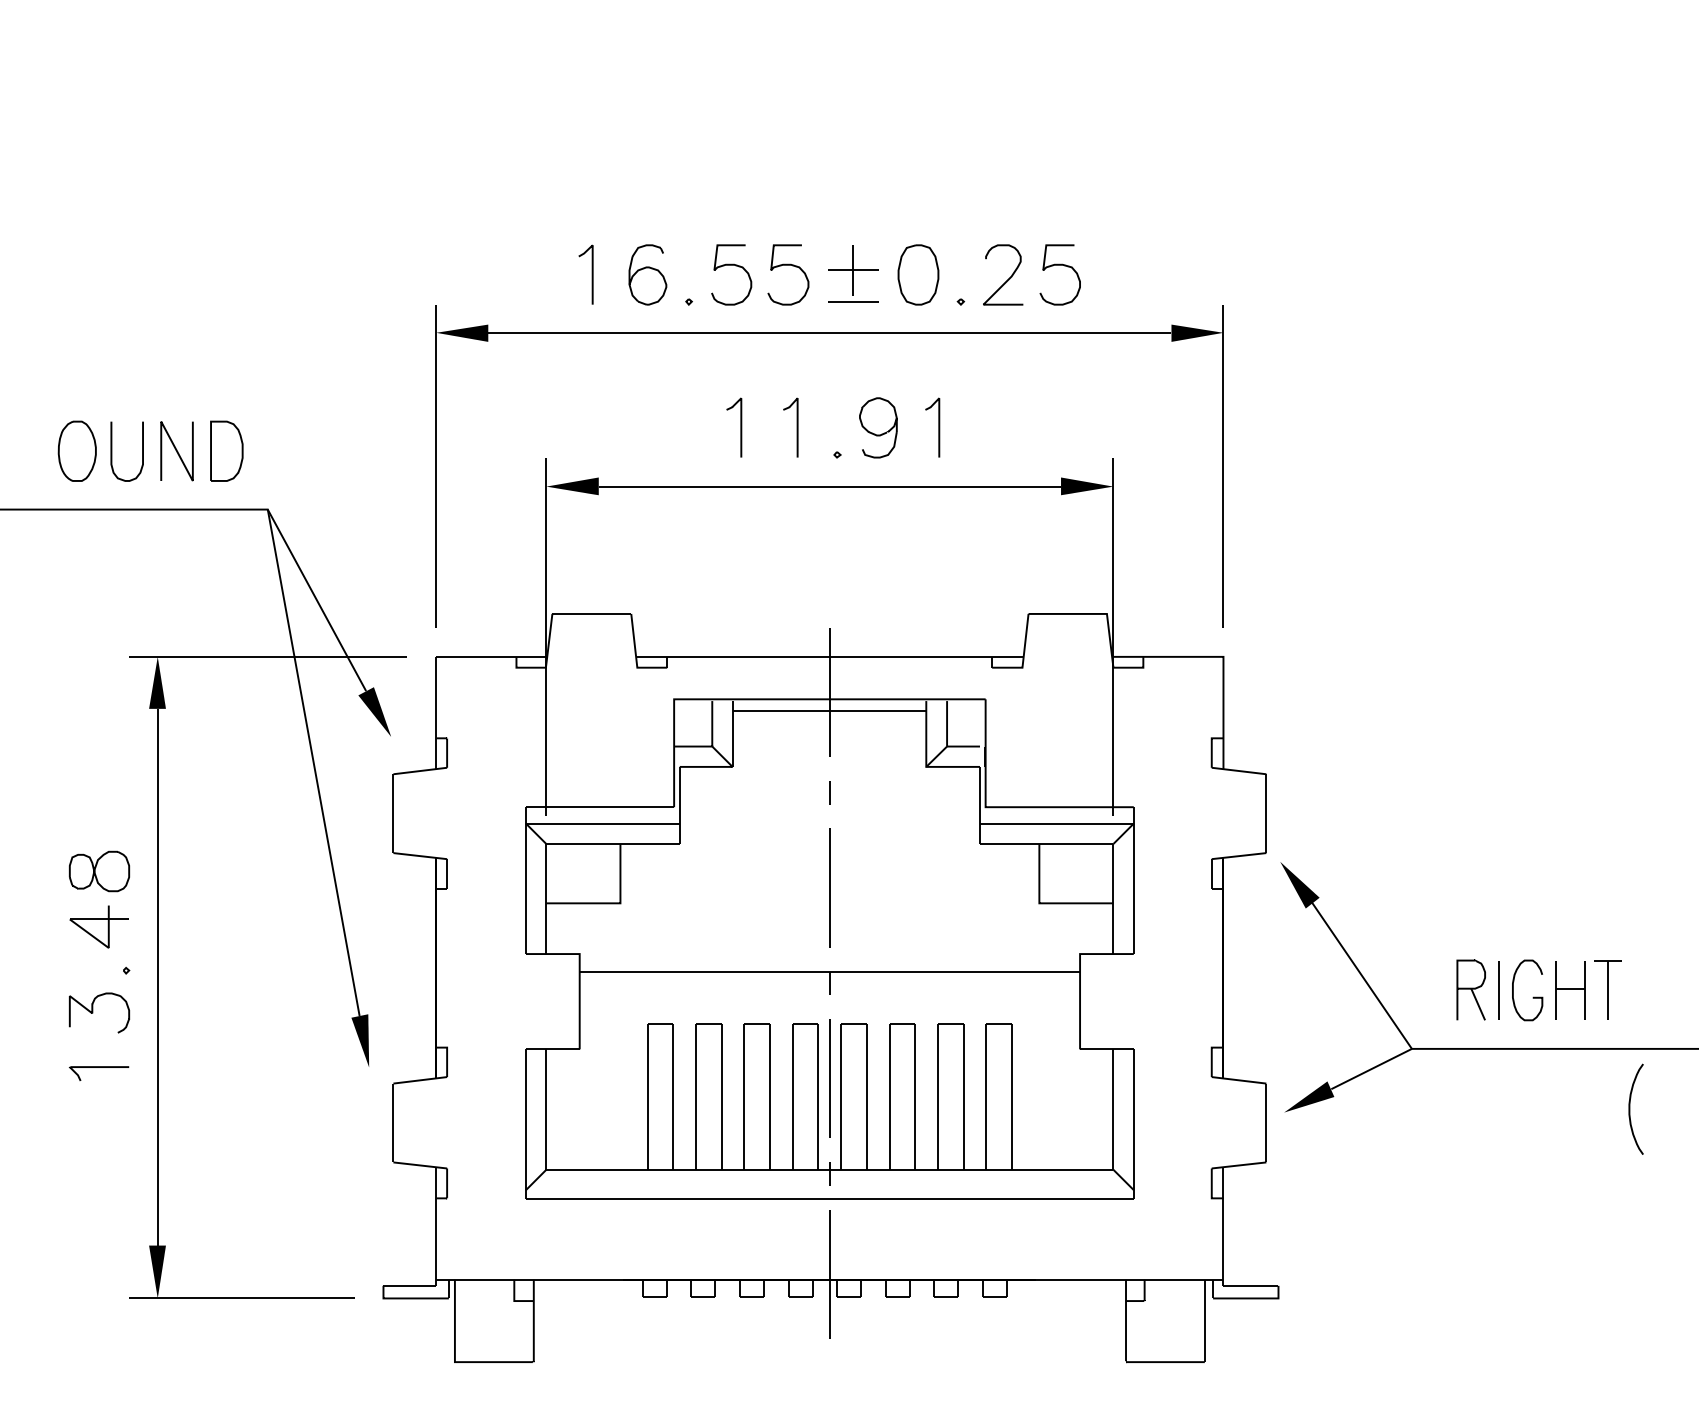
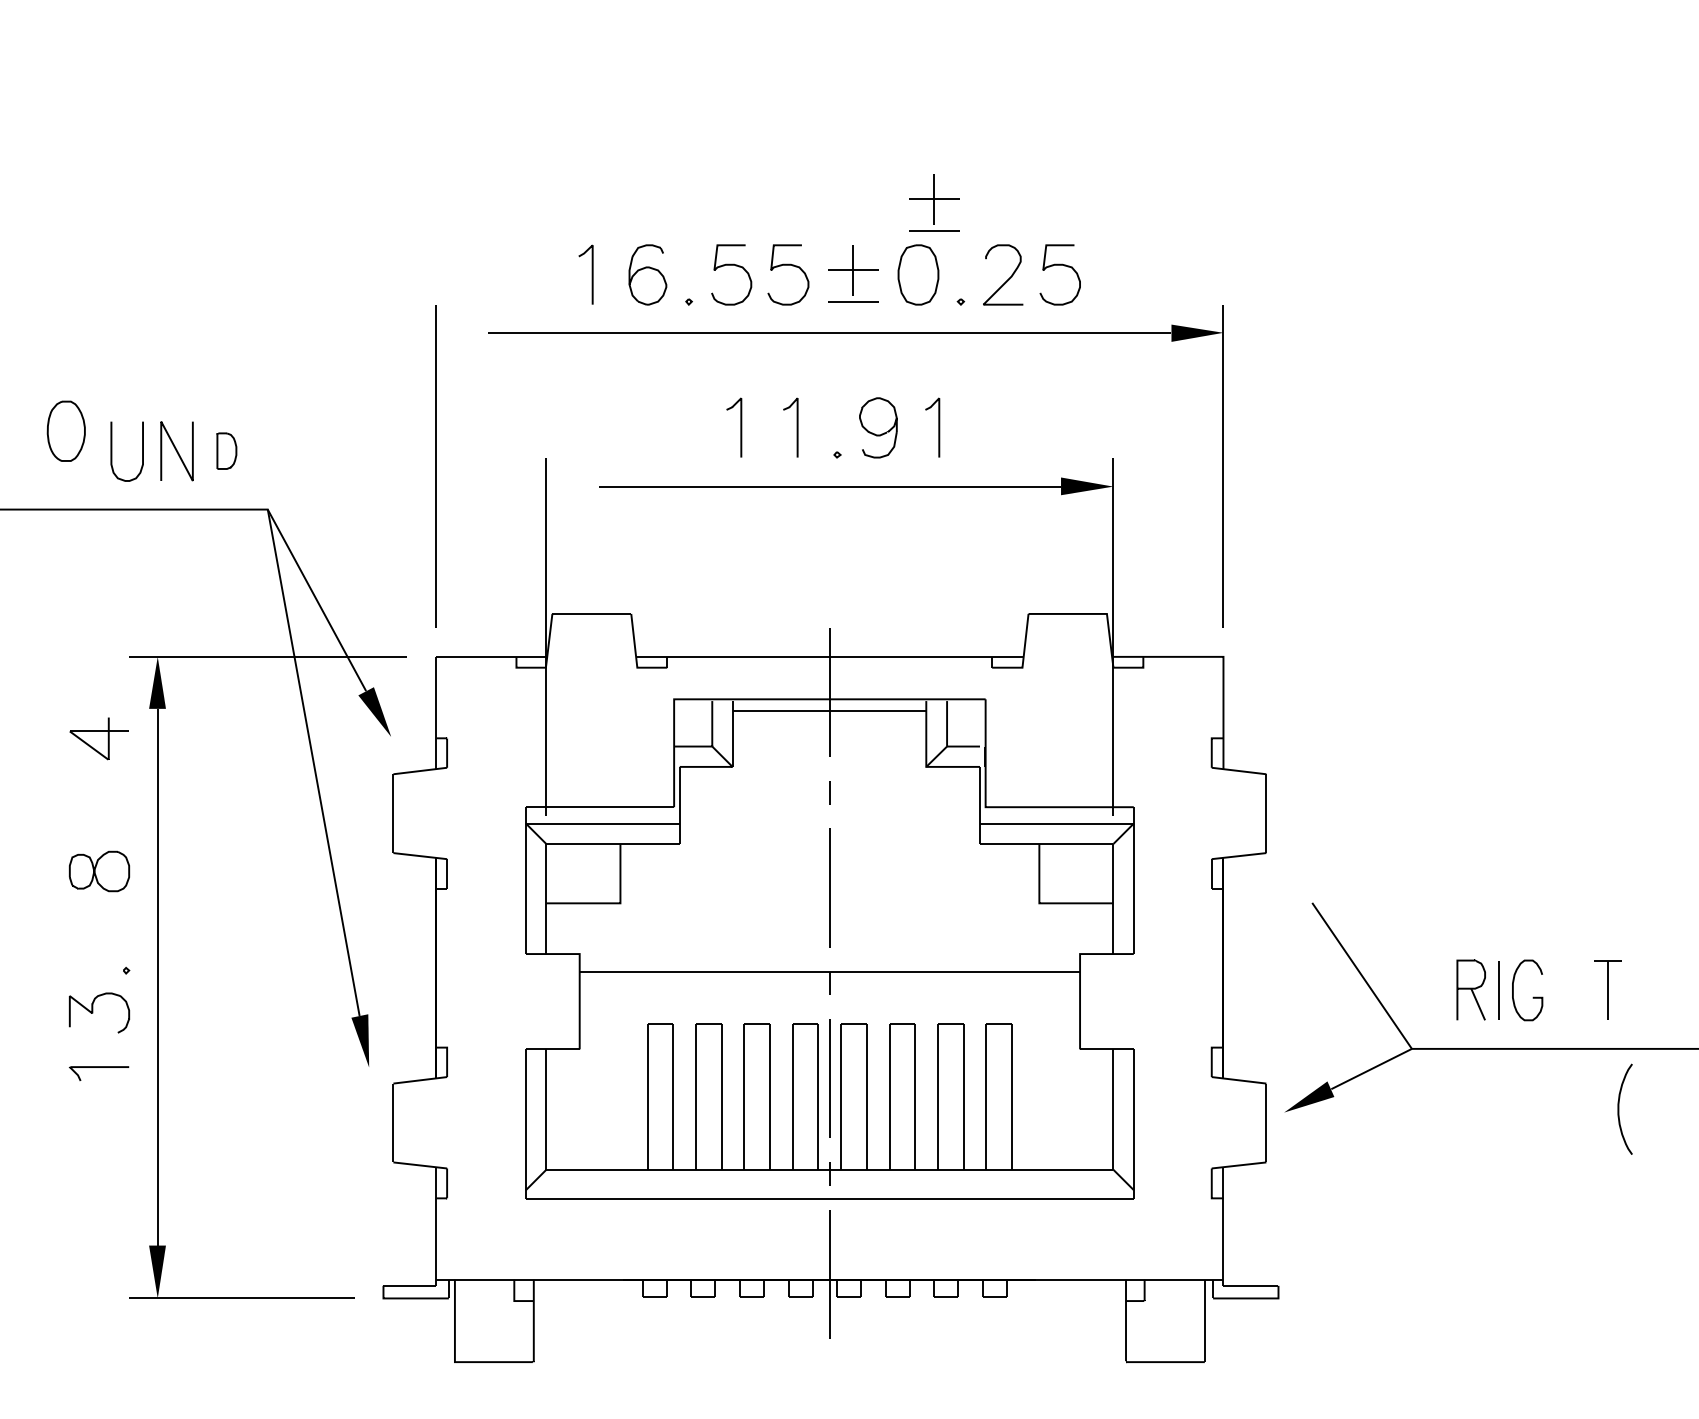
part at (934, 202): none -> present
fill at (462, 332): present -> none
part at (76, 450) position: (76, 450) -> (65, 430)
part at (226, 450) size: 34x62 px -> 22x38 px
fill at (572, 486): present -> none
fill at (1299, 884): present -> none
part at (98, 926) position: (98, 926) -> (98, 738)
part at (1570, 990): present -> none
curve at (1630, 1108) position: (1630, 1108) -> (1619, 1108)
